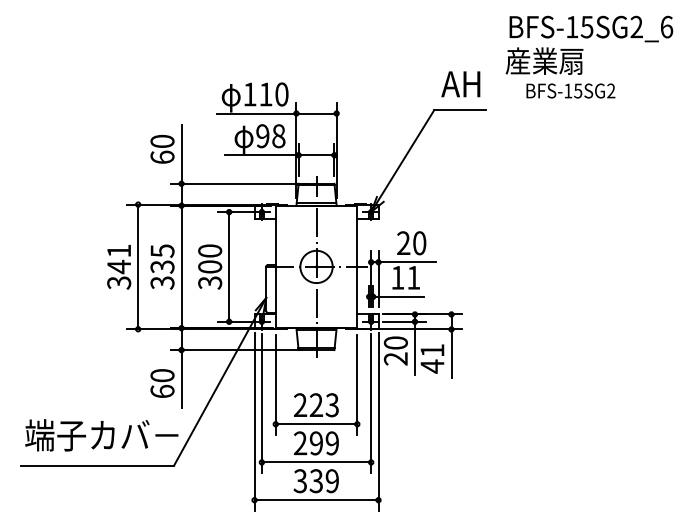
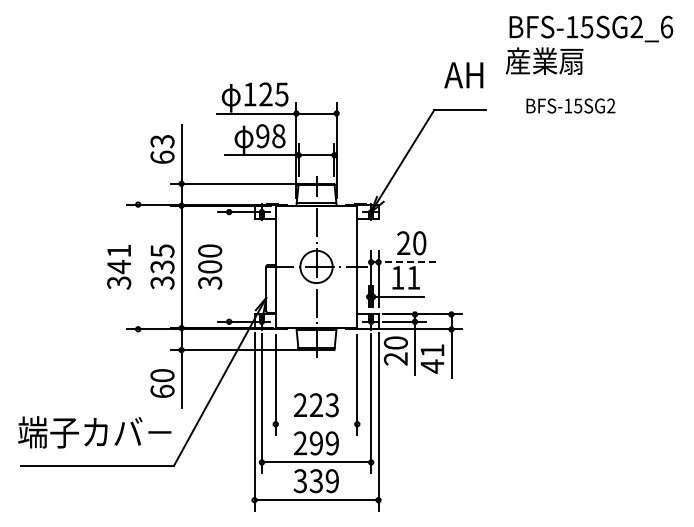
text at (460, 84) position: (460, 84) -> (463, 75)
text at (570, 90) position: (570, 90) -> (570, 105)
text at (273, 94): 110 -> 125
text at (162, 141): 60 -> 63
line at (407, 262): solid -> dashed
line at (138, 266): present -> none
line at (229, 266): present -> none
line at (316, 424): present -> none
text at (101, 435) position: (101, 435) -> (94, 432)
